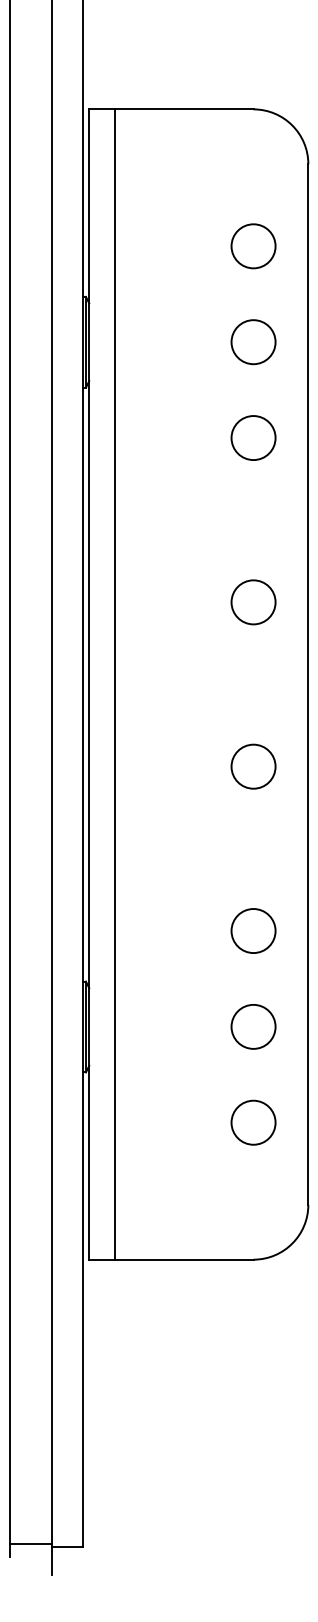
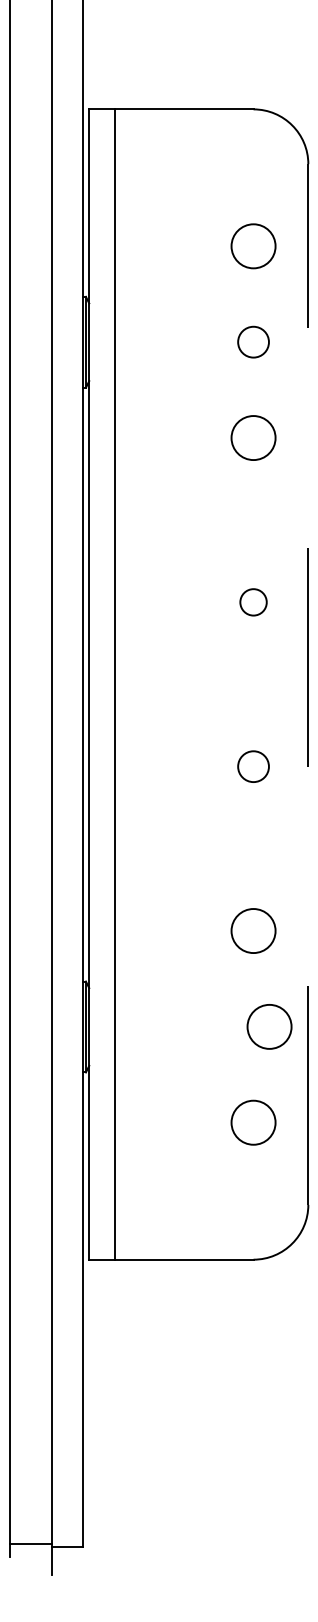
circle at (253, 342) diameter: 44 px -> 31 px
circle at (253, 602) diameter: 44 px -> 26 px
line at (308, 684): solid -> dashed
circle at (253, 766) diameter: 44 px -> 31 px
circle at (253, 1026) position: (253, 1026) -> (269, 1026)
